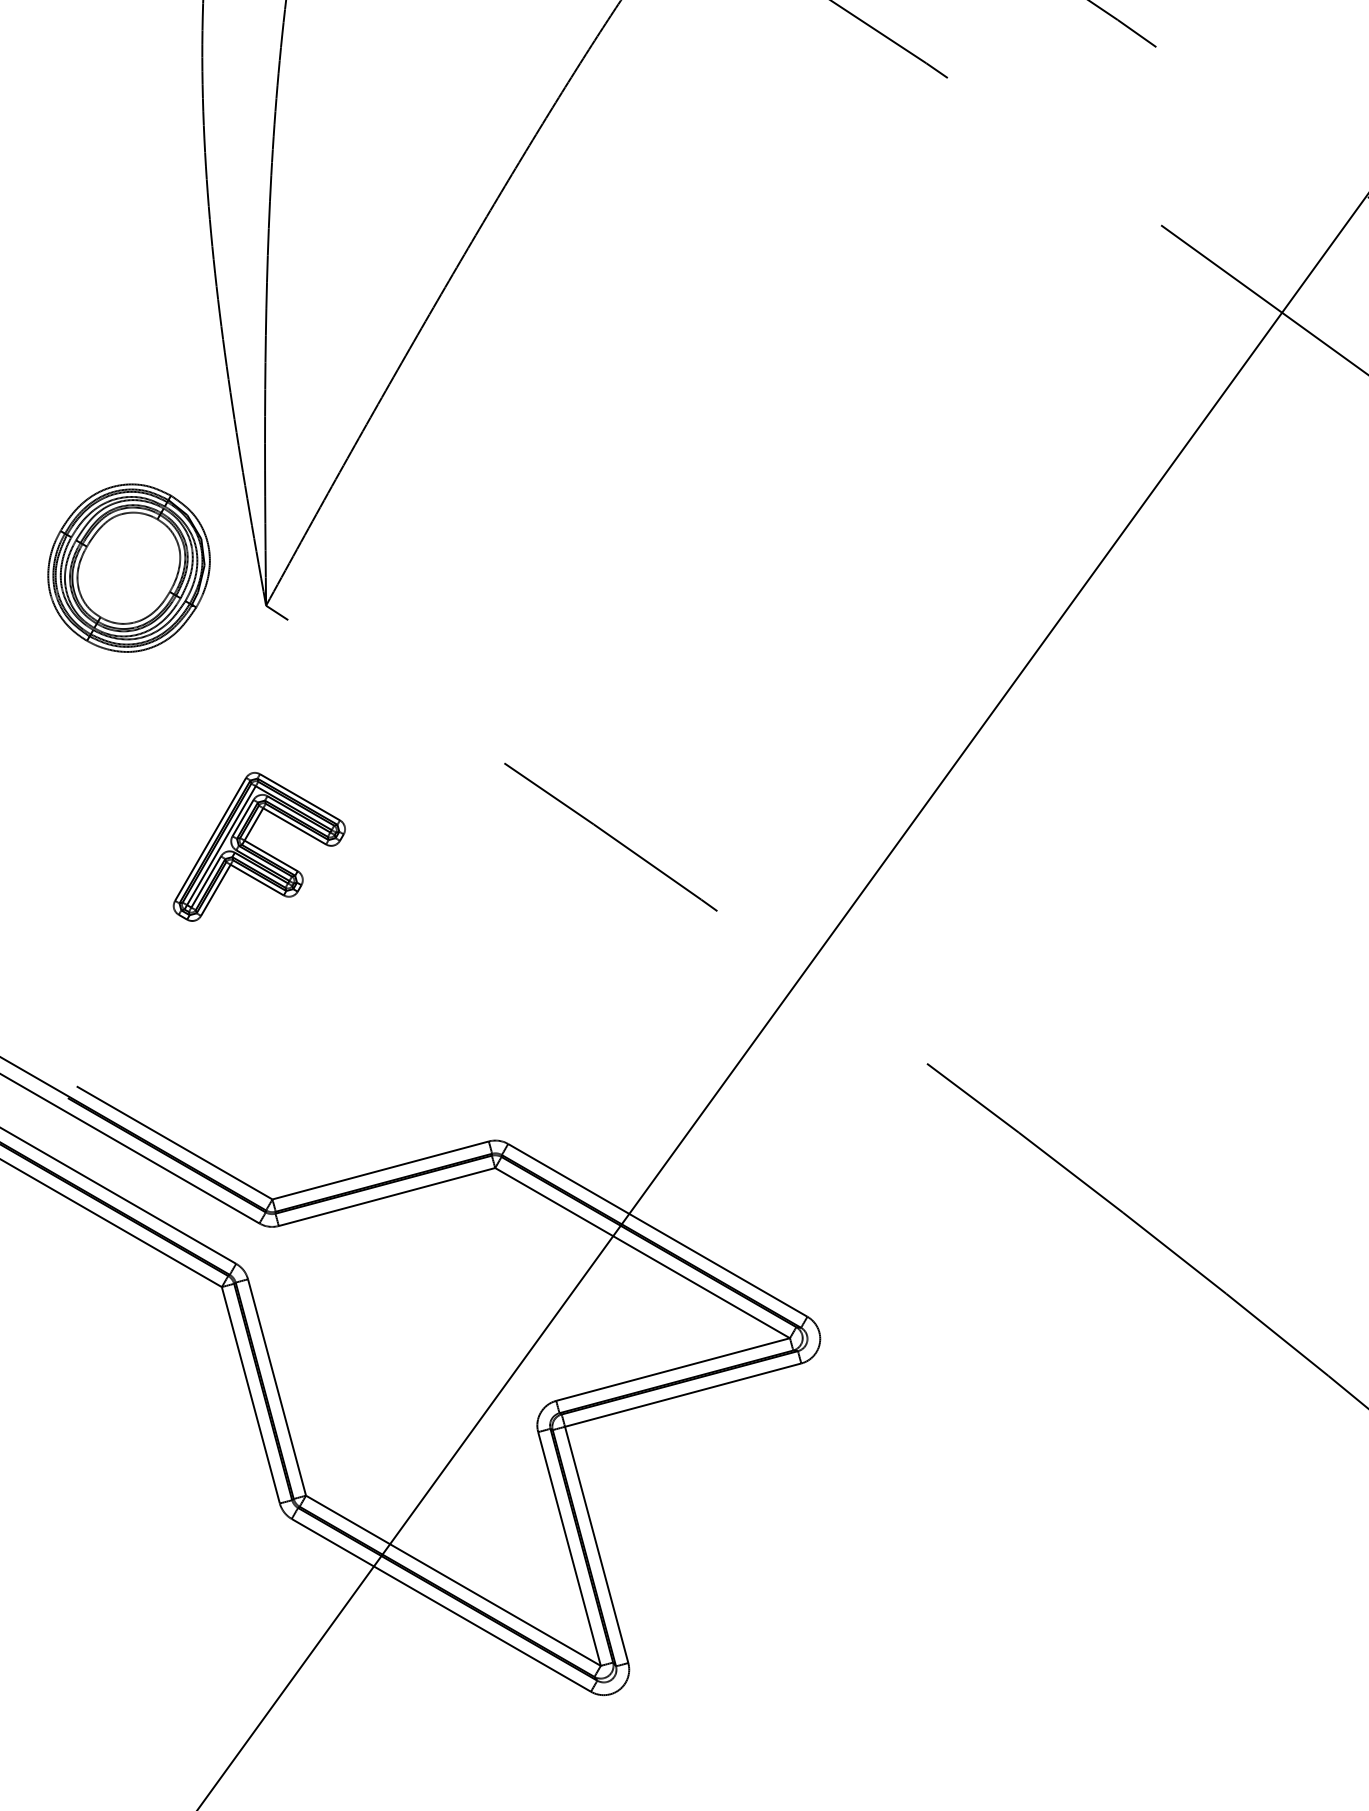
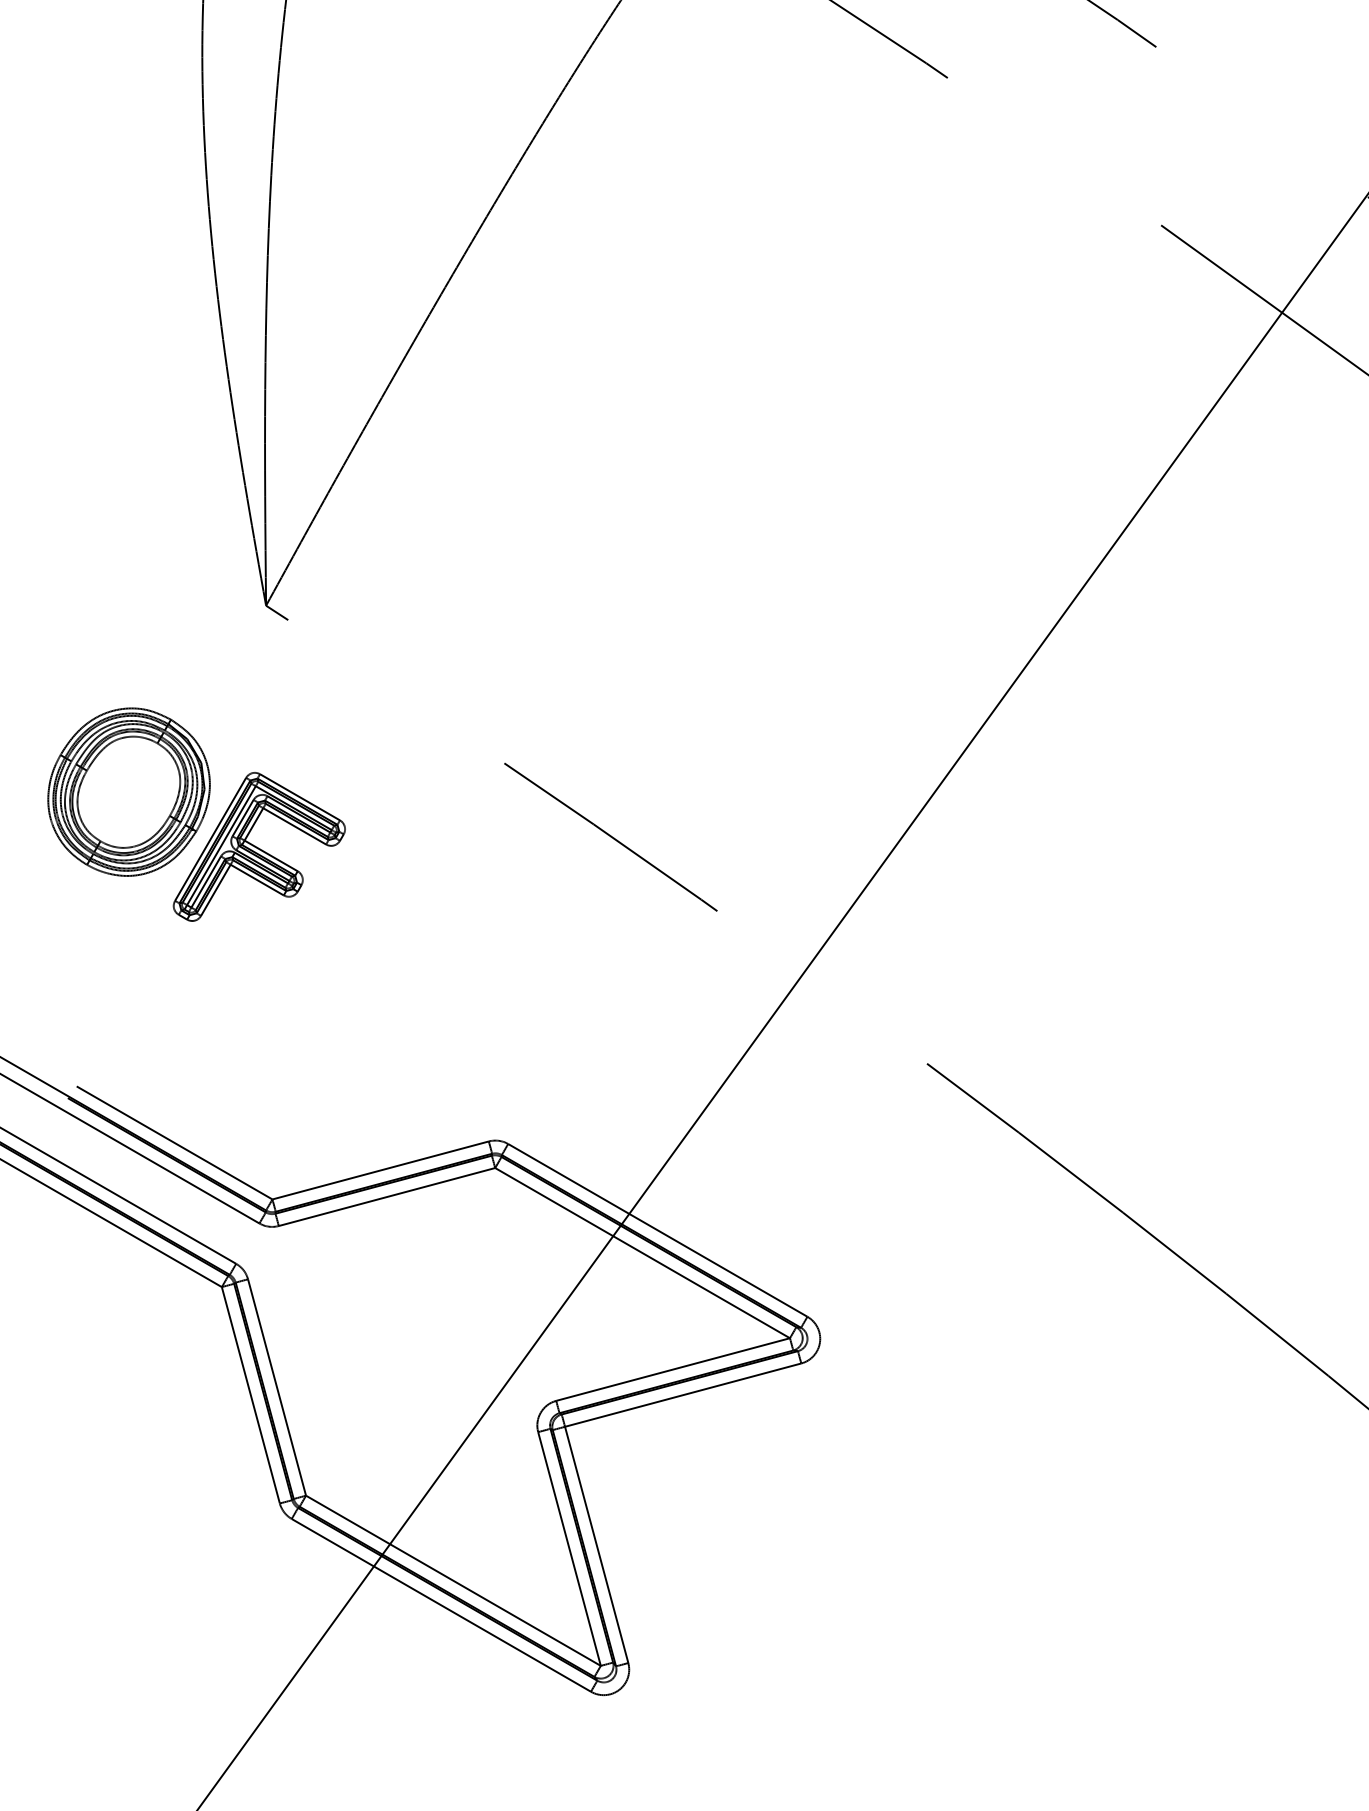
part at (128, 567) position: (128, 567) -> (128, 791)
